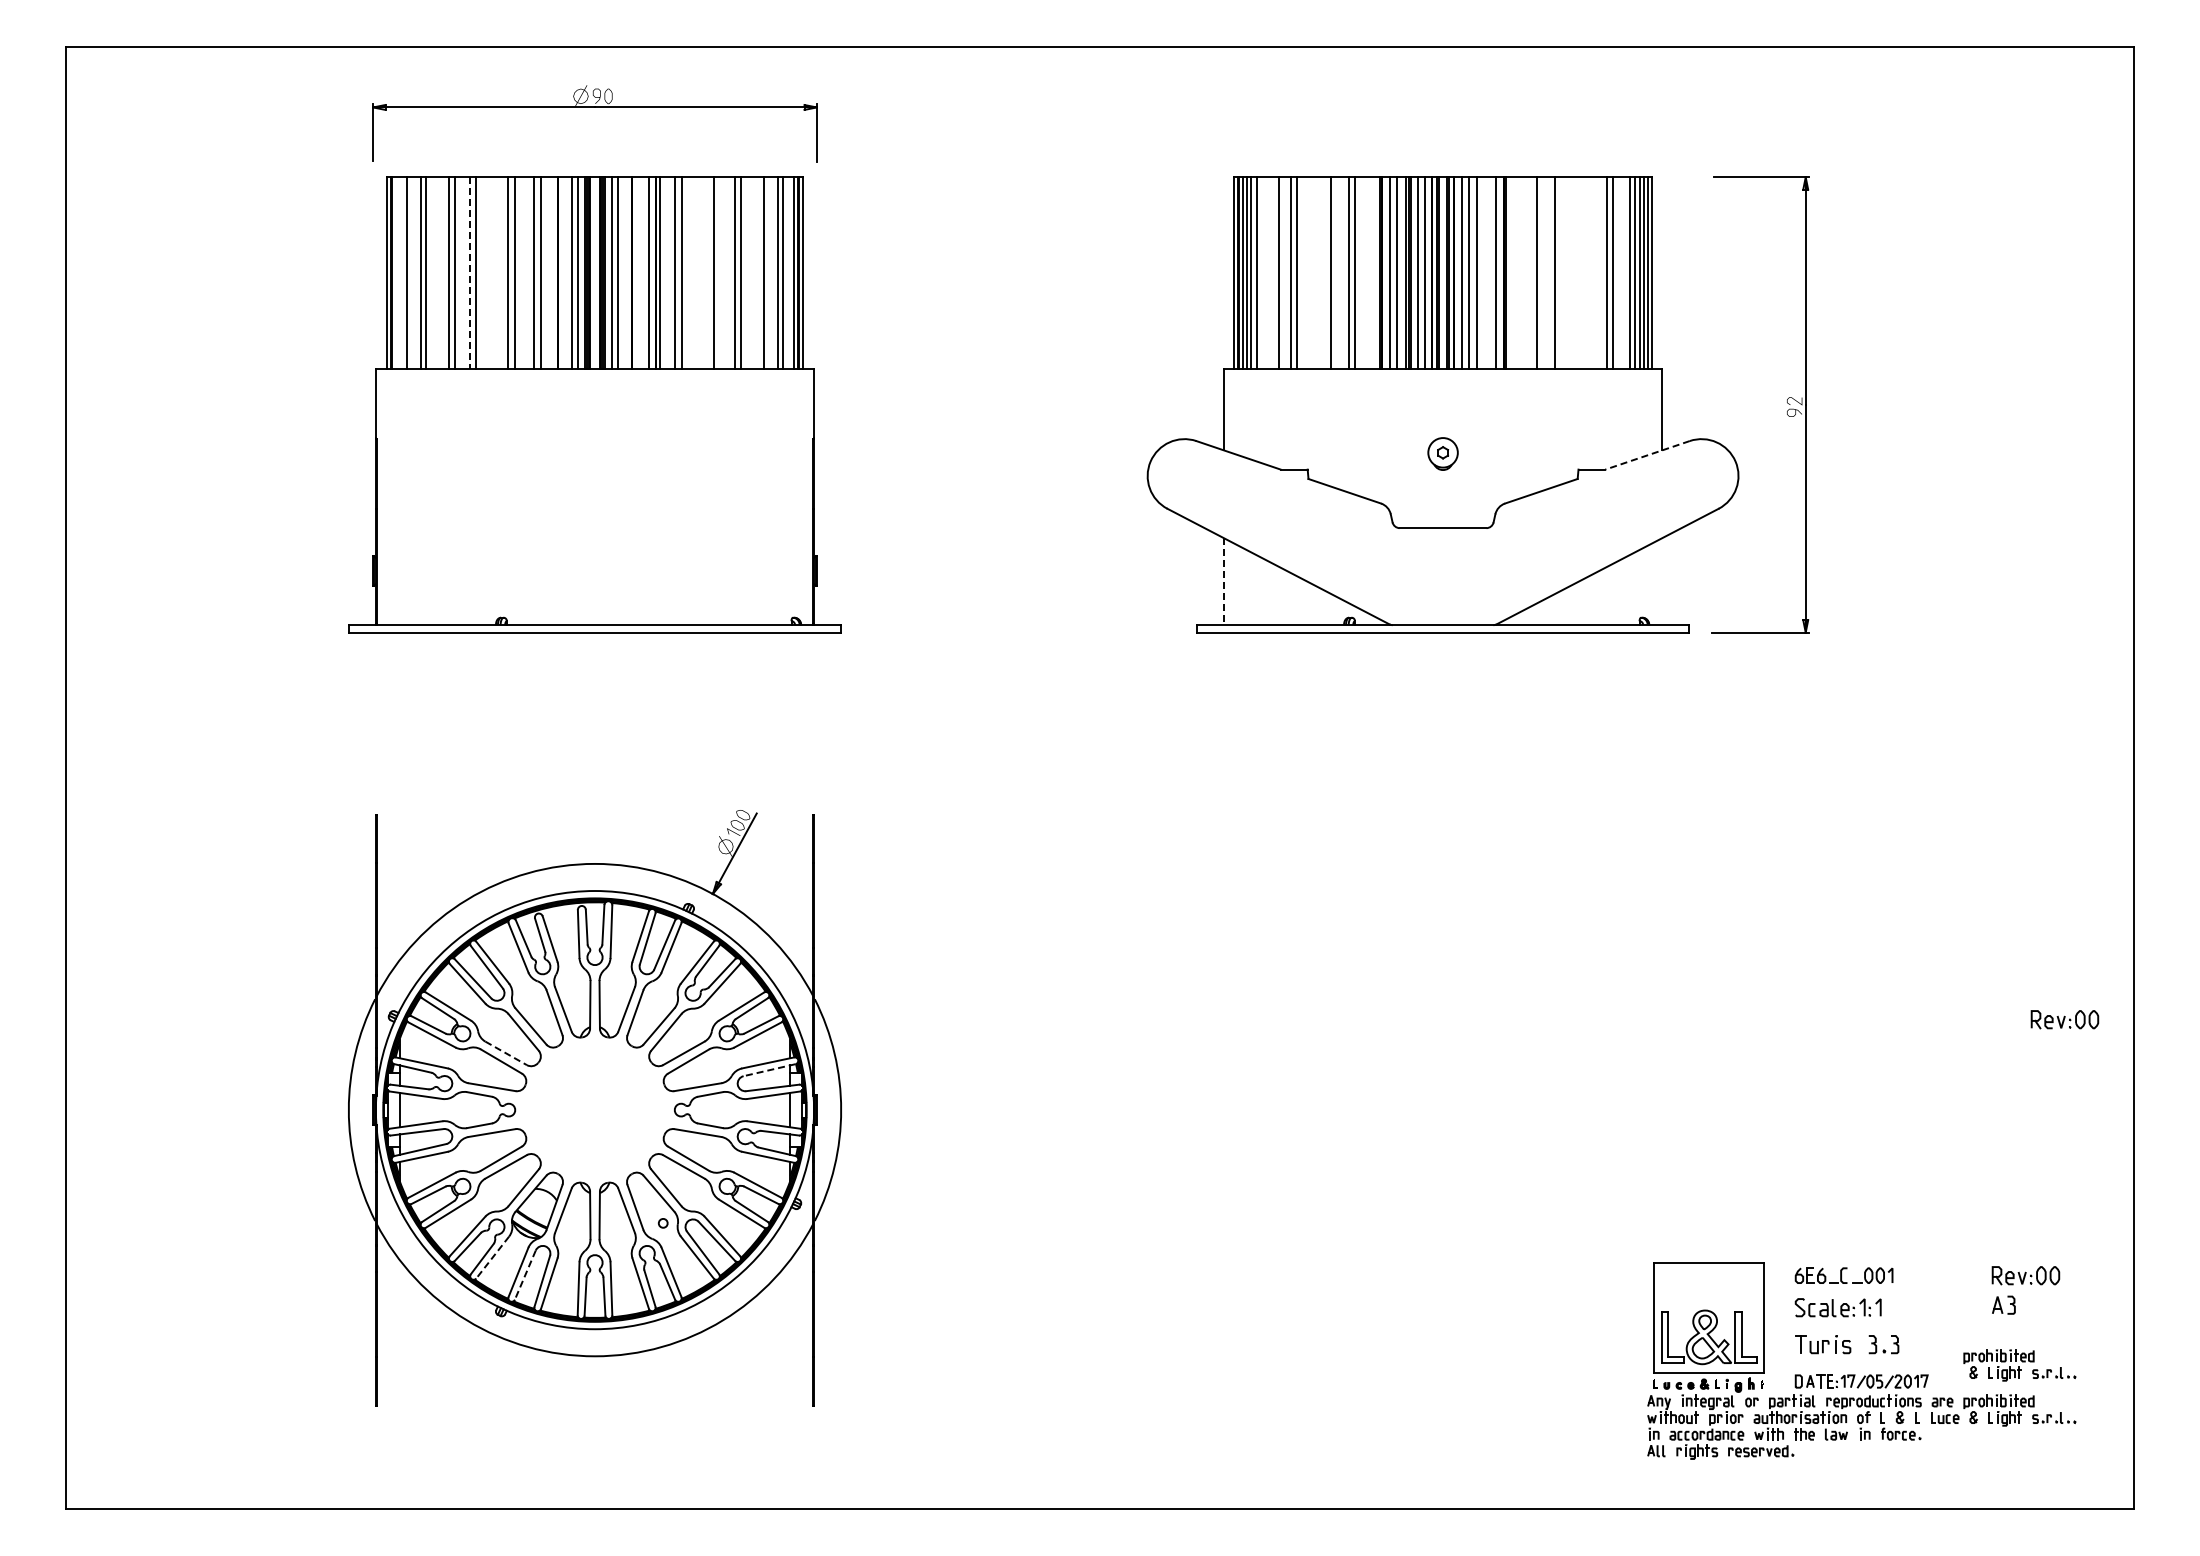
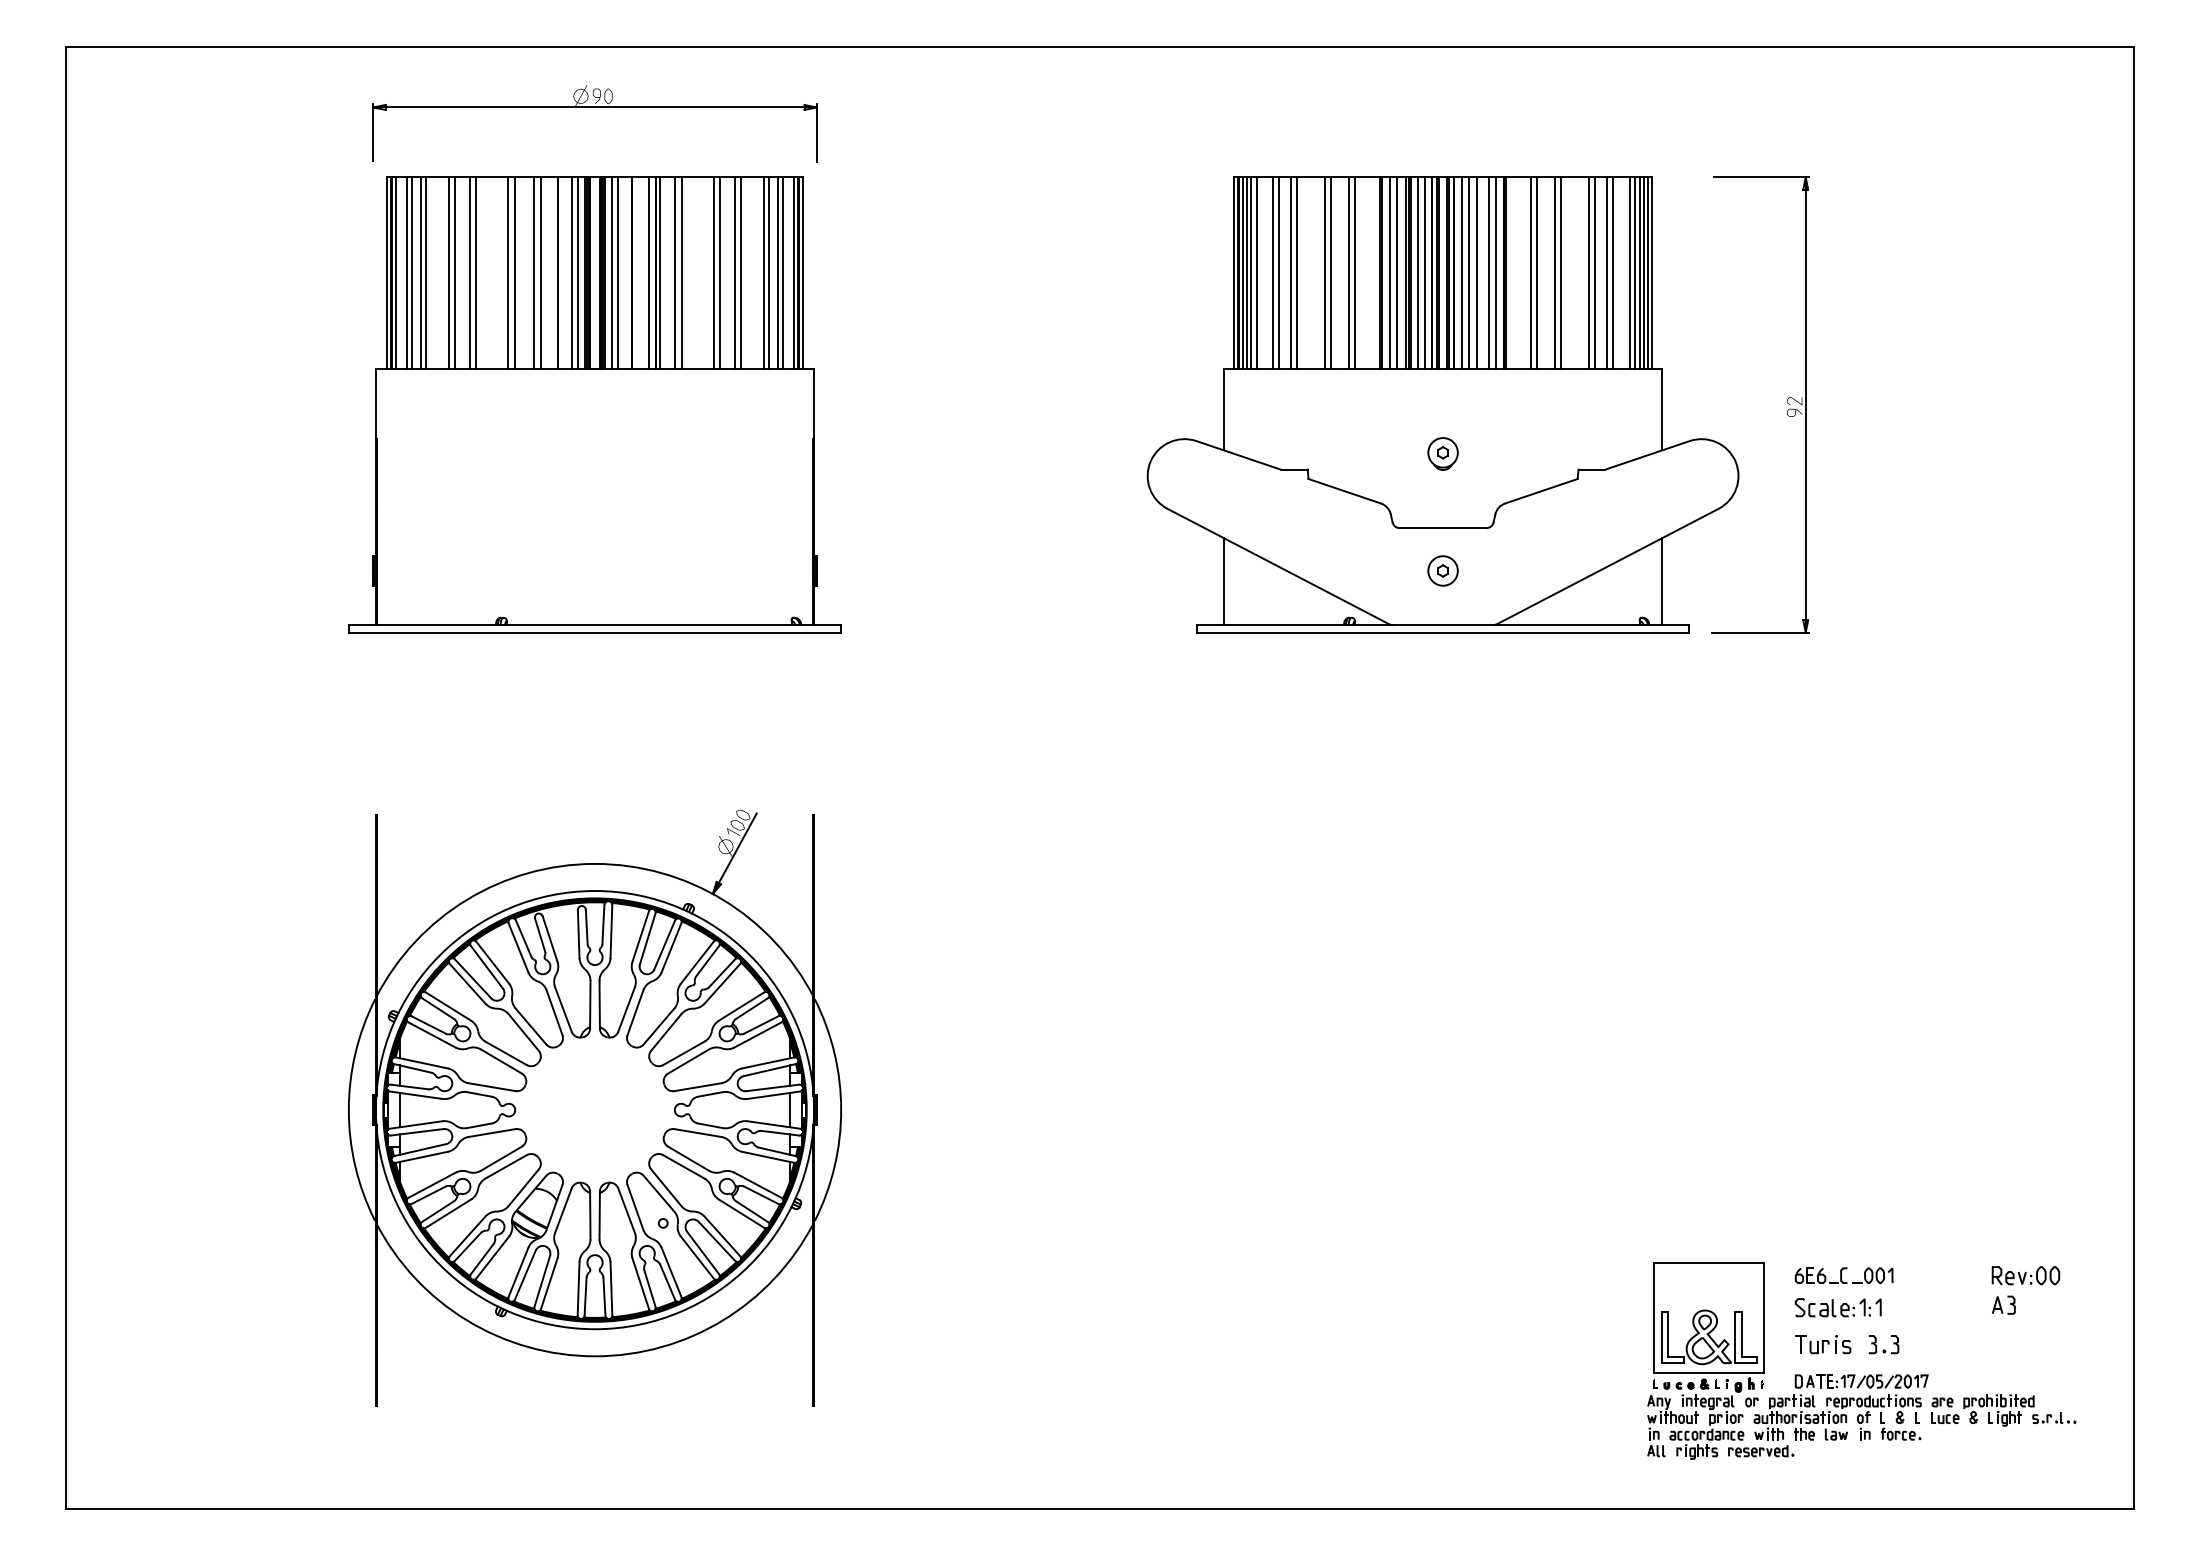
line at (395, 273): none -> present
line at (411, 273): none -> present
line at (470, 273): dashed -> solid
line at (719, 273): none -> present
line at (769, 273): none -> present
line at (1273, 273): none -> present
line at (1324, 273): none -> present
line at (1489, 273): none -> present
line at (1530, 273): none -> present
line at (1561, 273): none -> present
line at (1589, 273): none -> present
line at (1594, 273): none -> present
line at (1647, 455): dashed -> solid
part at (1442, 570): none -> present
line at (1662, 581): none -> present
line at (1223, 582): dashed -> solid
part at (2064, 1019): present -> none
line at (506, 1053): dashed -> solid
line at (769, 1070): dashed -> solid
line at (492, 1257): dashed -> solid
line at (525, 1275): dashed -> solid
part at (2019, 1365): present -> none
